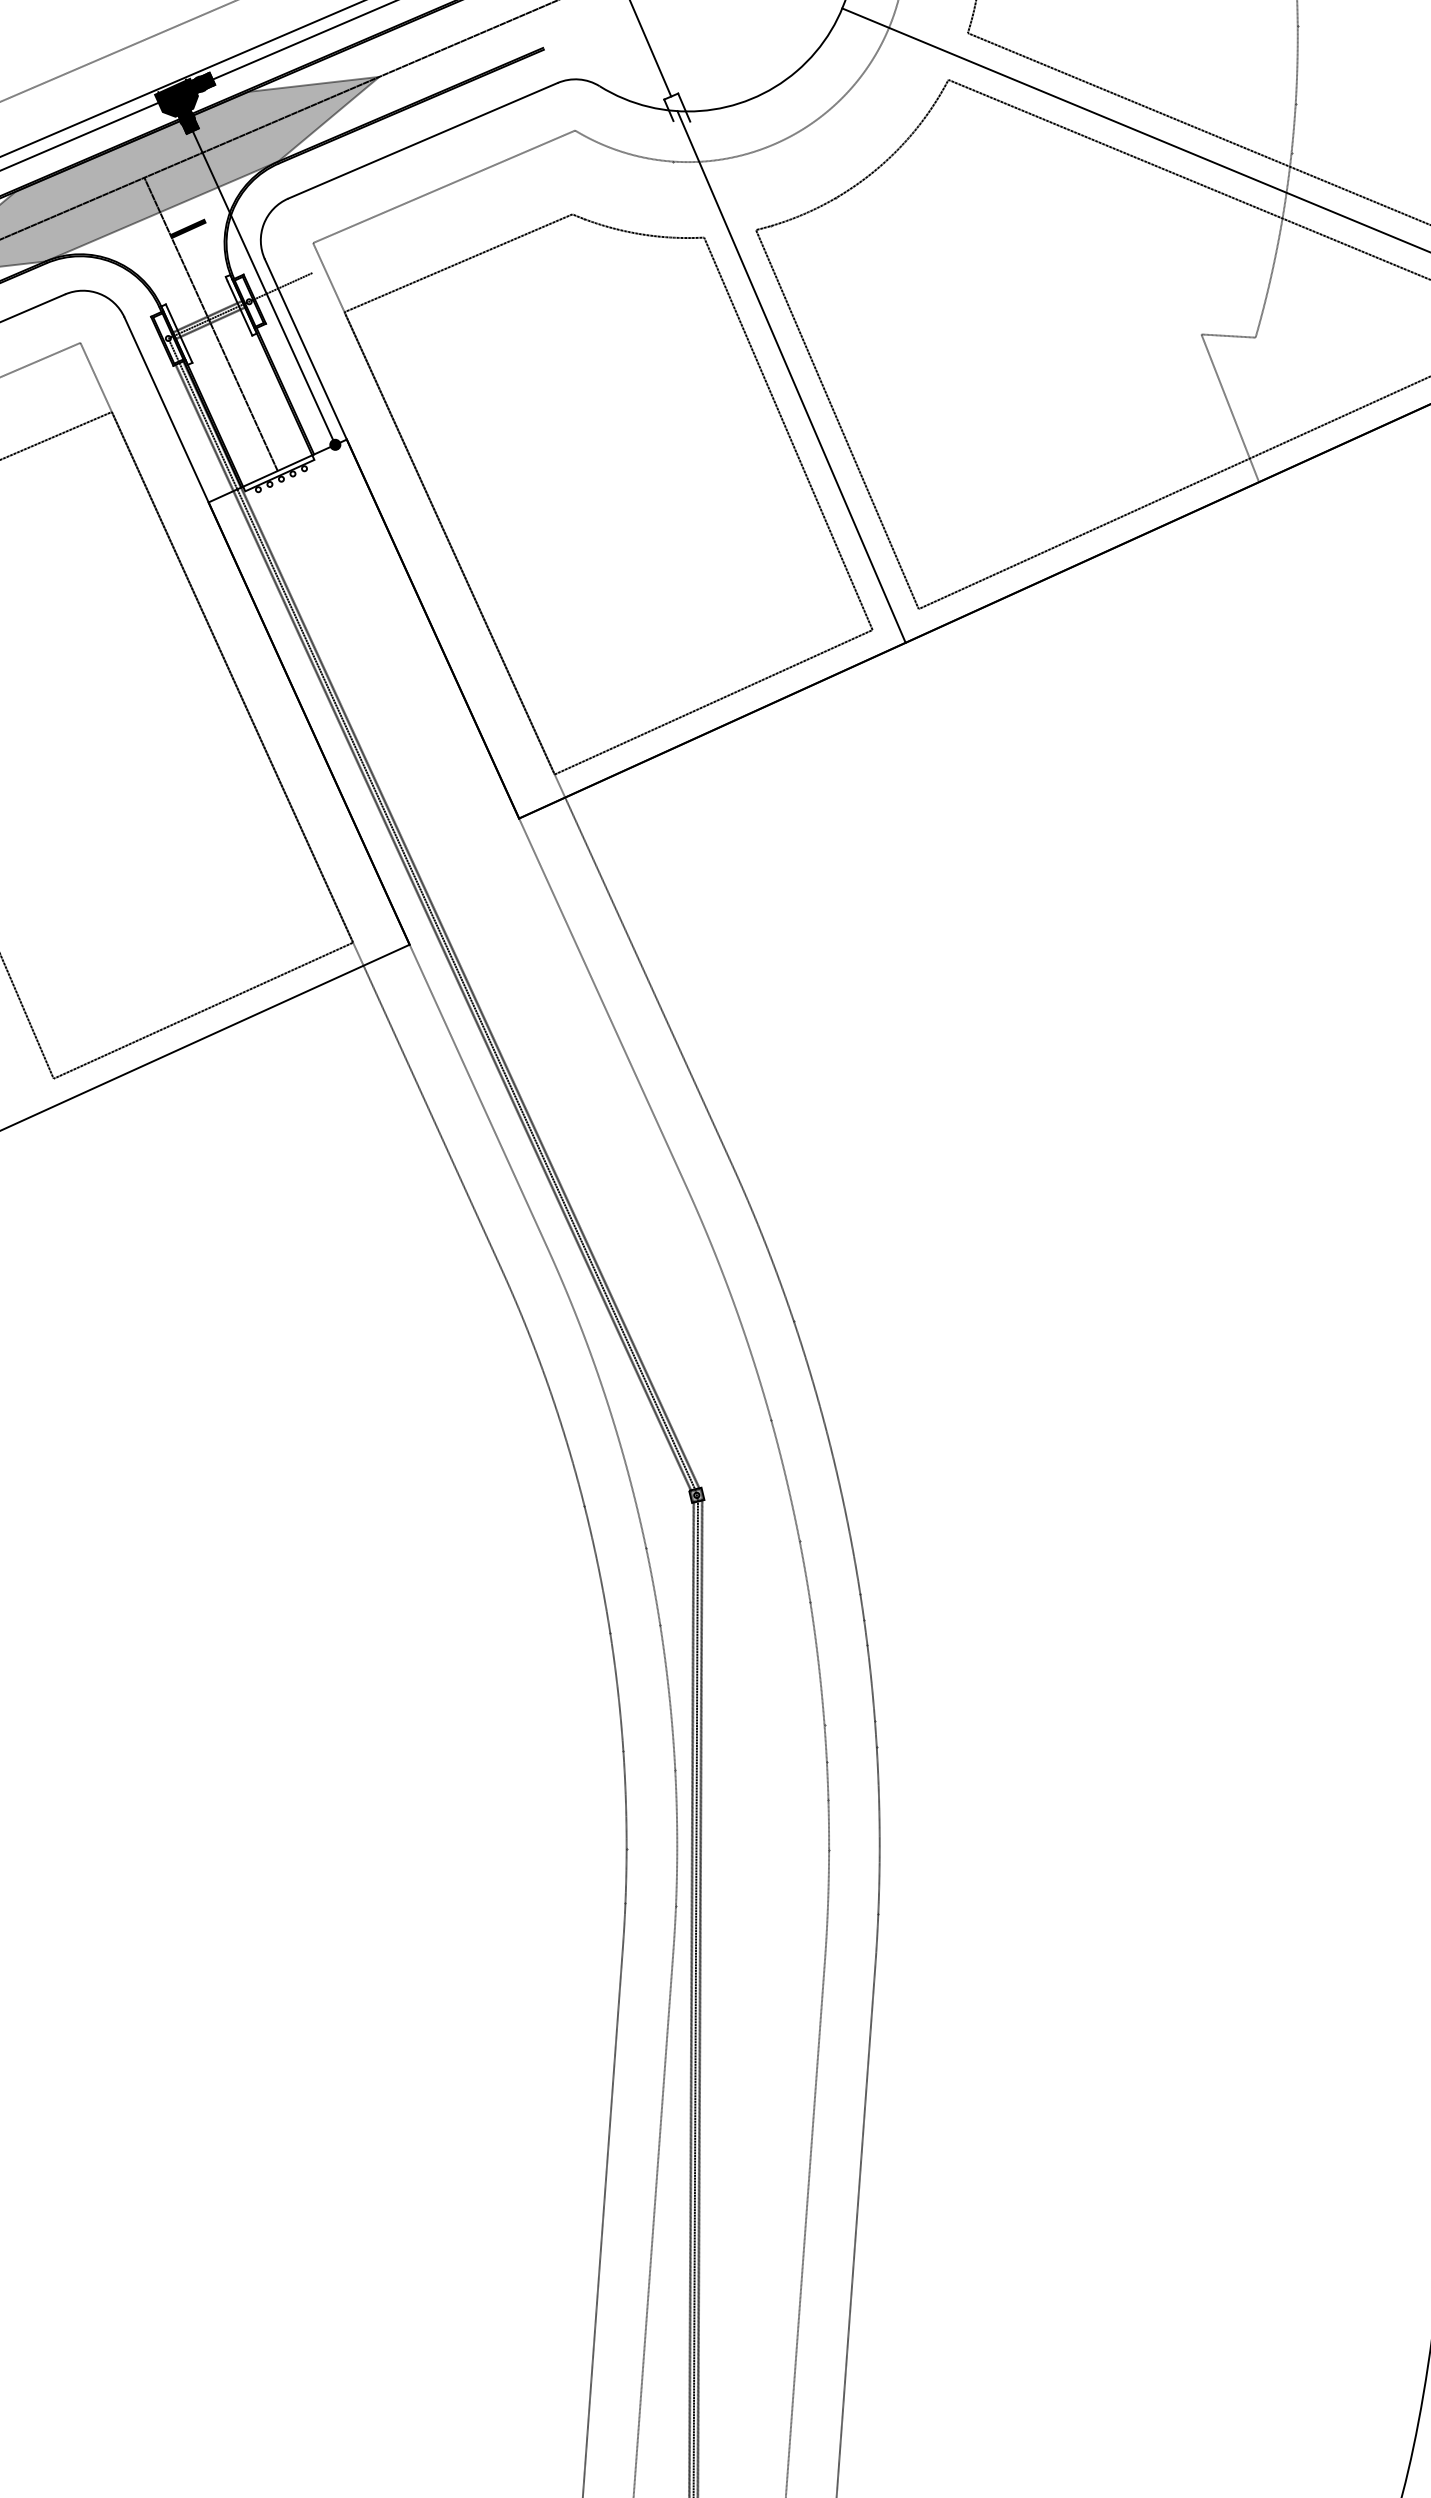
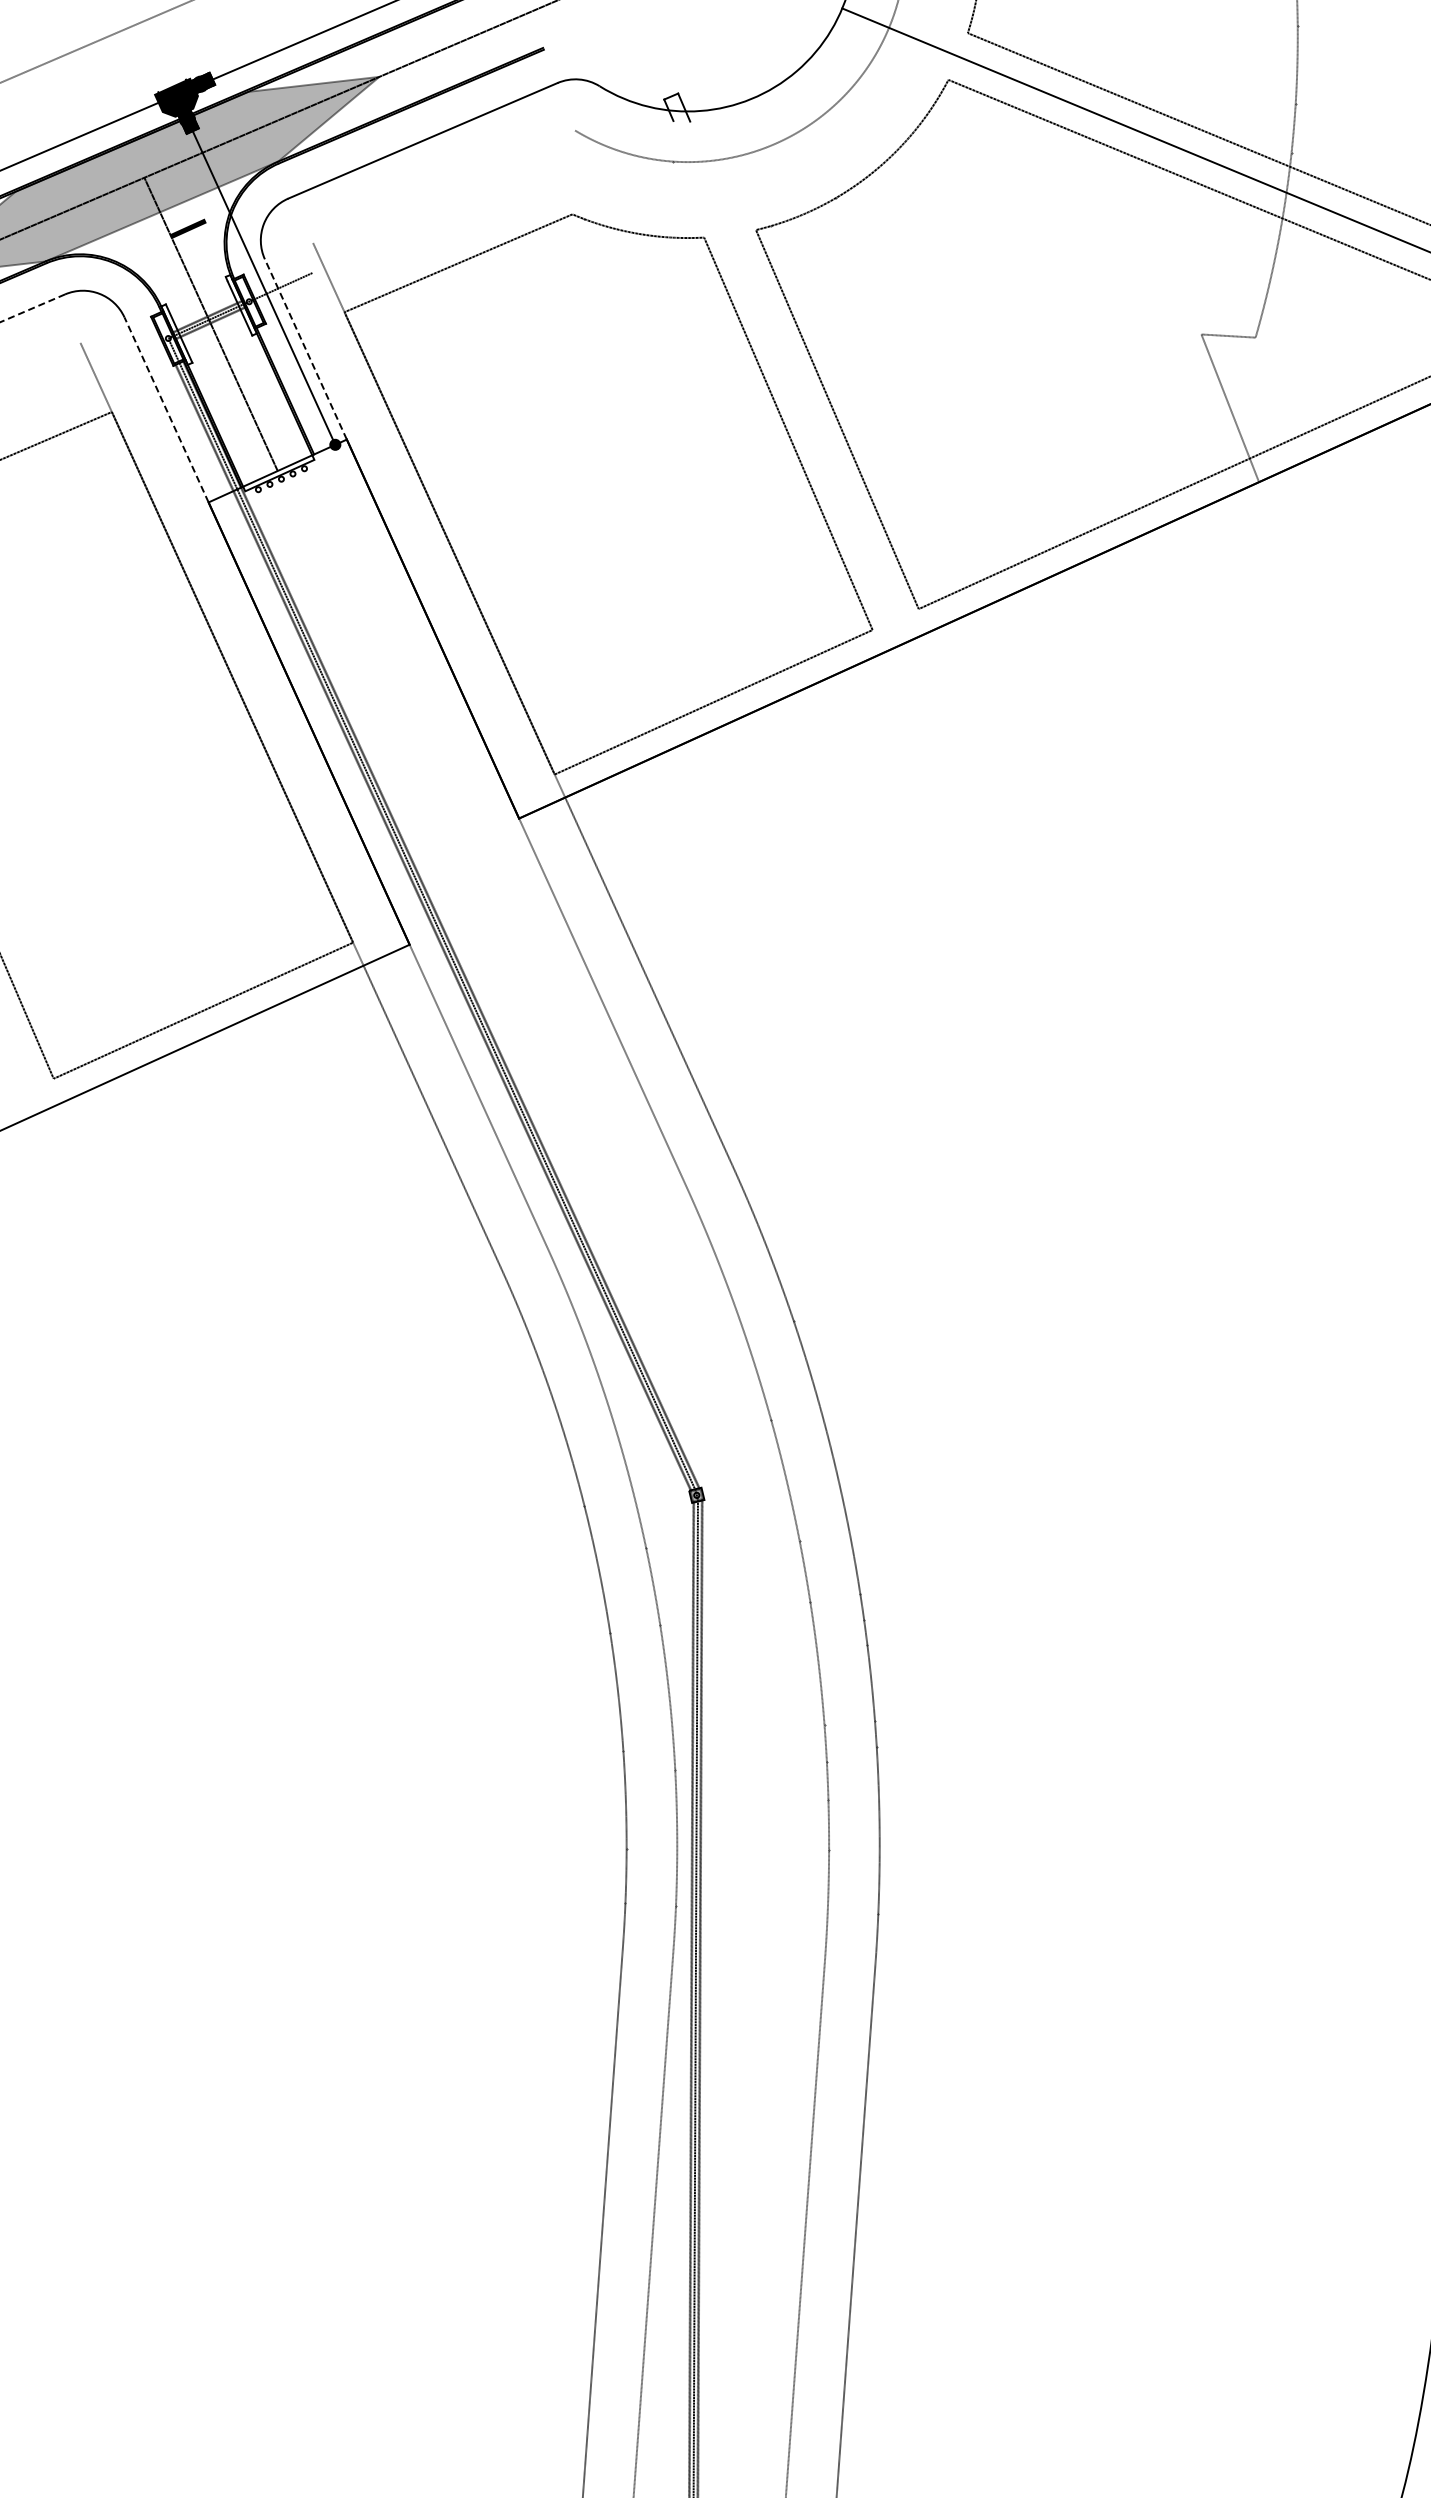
line at (650, 49): present -> none
line at (117, 51) position: (117, 51) -> (95, 42)
line at (181, 79): present -> none
line at (444, 186): present -> none
line at (32, 308): solid -> dashed
line at (305, 349): solid -> dashed
line at (41, 359): present -> none
line at (791, 376): present -> none
line at (166, 409): solid -> dashed
